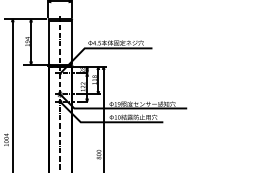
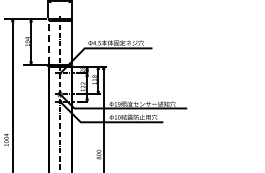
line at (48, 42): solid -> dashed
